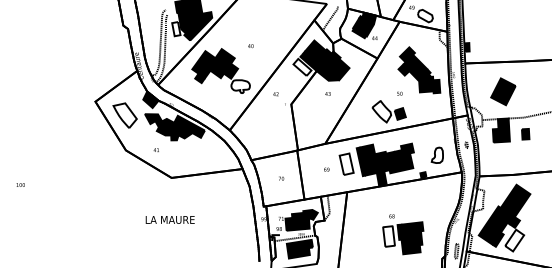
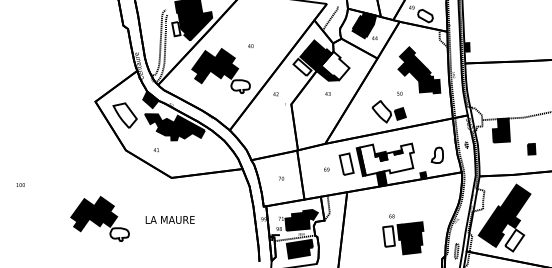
fill at (335, 65): present -> none
part at (503, 91): present -> none
part at (525, 134) position: (525, 134) -> (531, 149)
fill at (386, 159): present -> none
part at (99, 218): none -> present
